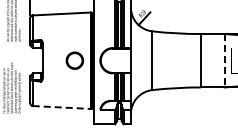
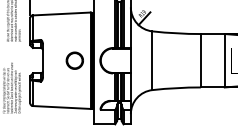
line at (224, 60): dashed -> solid
line at (62, 107): dashed -> solid
